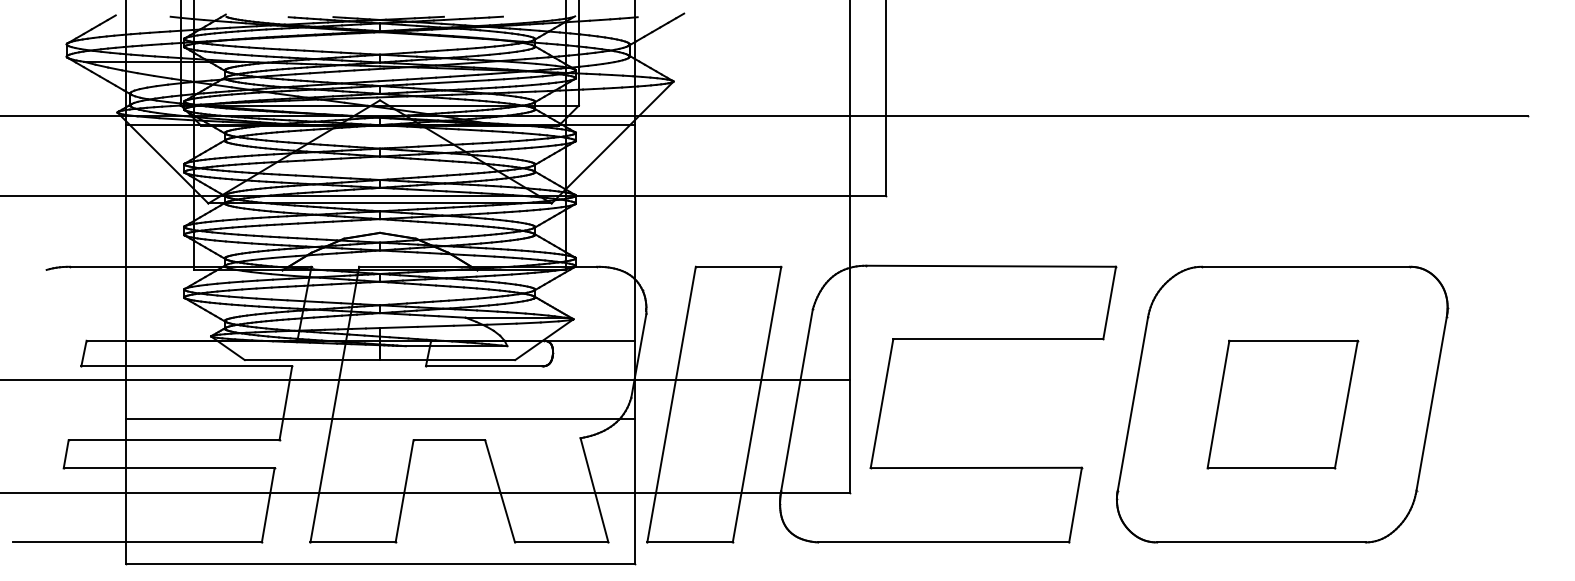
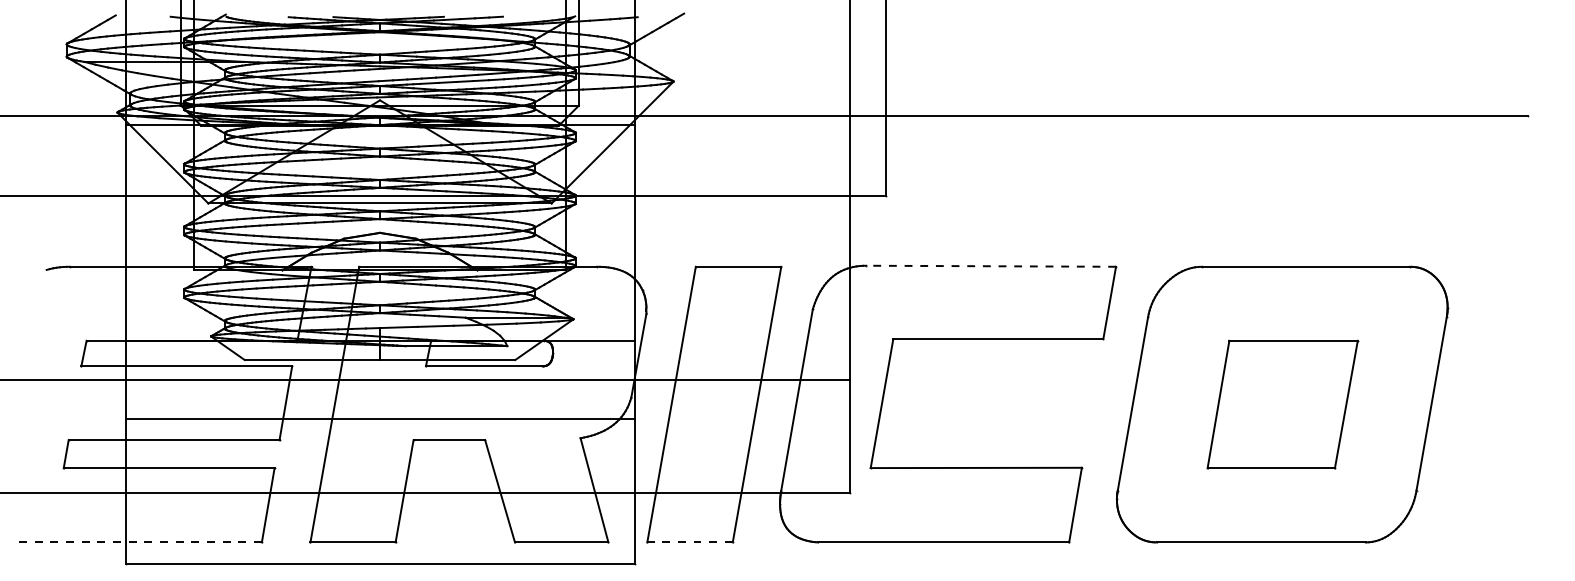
line at (991, 266): solid -> dashed
line at (136, 542): solid -> dashed
line at (690, 542): solid -> dashed
